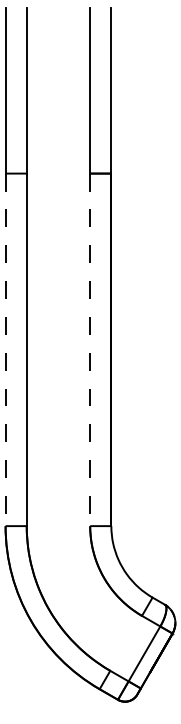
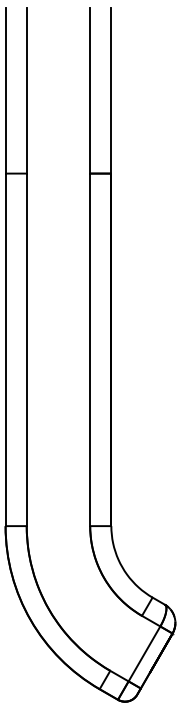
line at (5, 350): dashed -> solid
line at (90, 350): dashed -> solid
